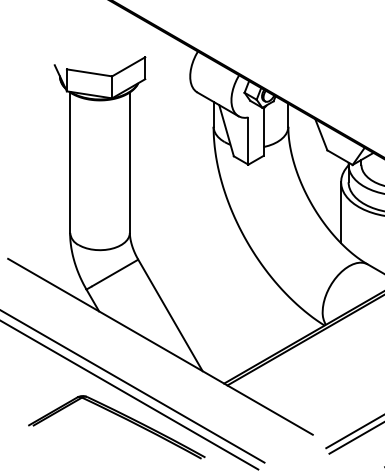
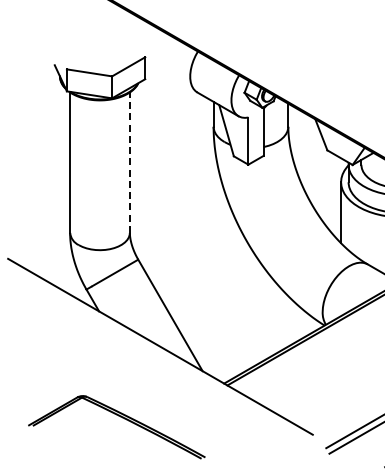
line at (129, 162): solid -> dashed
line at (133, 386): present -> none
line at (130, 395): present -> none
